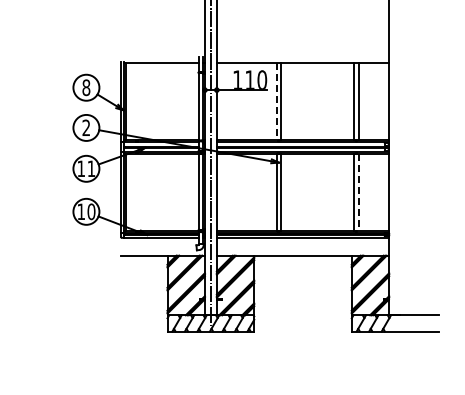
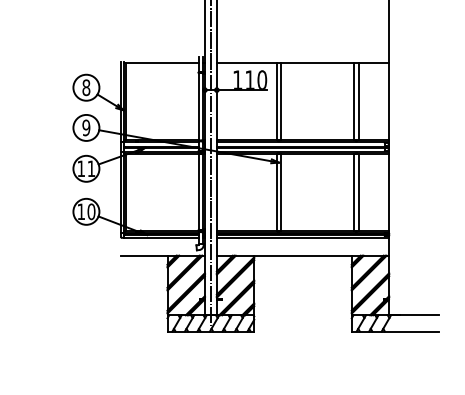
line at (276, 102): dashed -> solid
text at (86, 127): 2 -> 9
line at (358, 193): dashed -> solid
